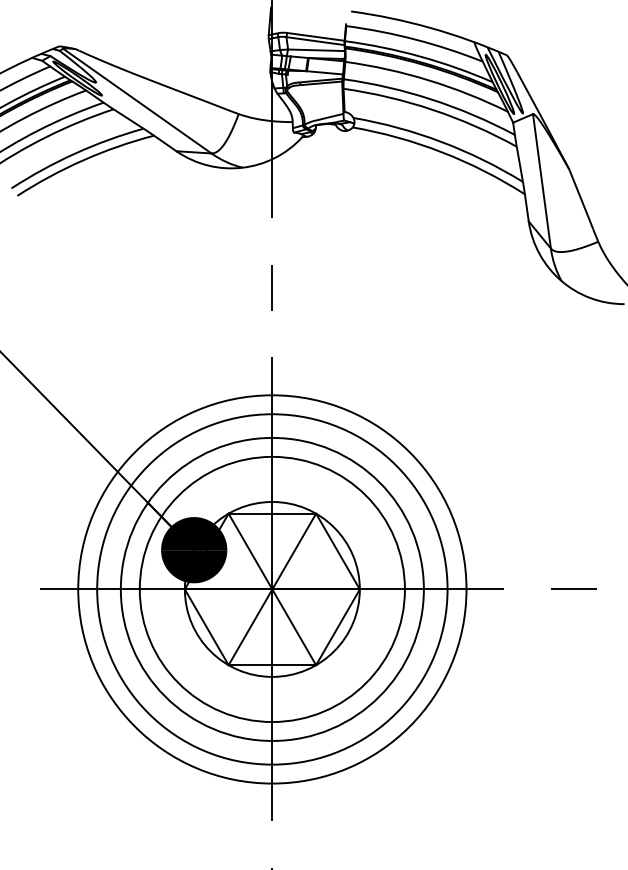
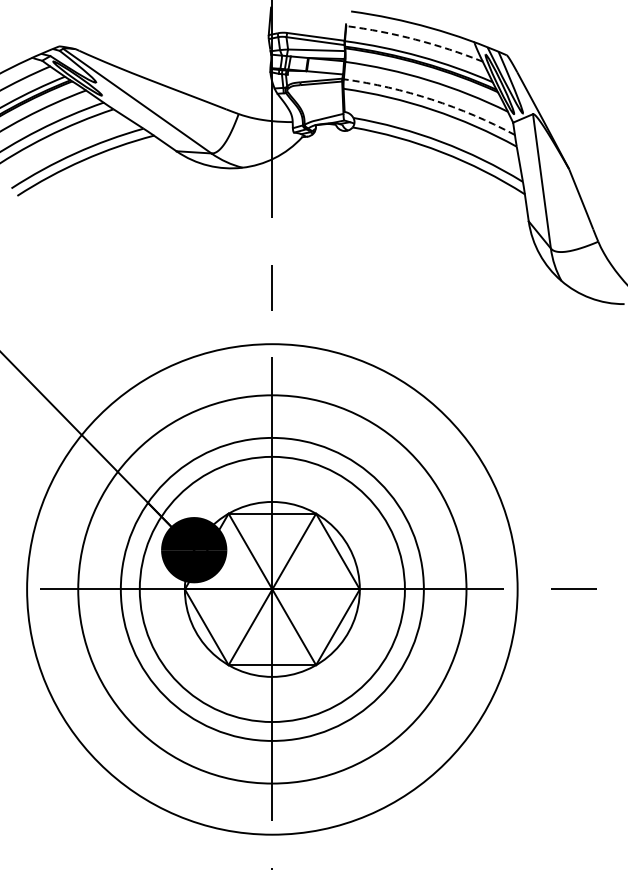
arc at (415, 39): solid -> dashed
arc at (431, 99): solid -> dashed
circle at (272, 589) diameter: 350 px -> 491 px
